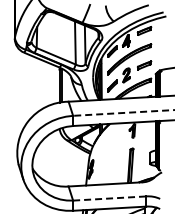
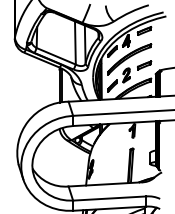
line at (123, 112): dashed -> solid
line at (109, 198): dashed -> solid
